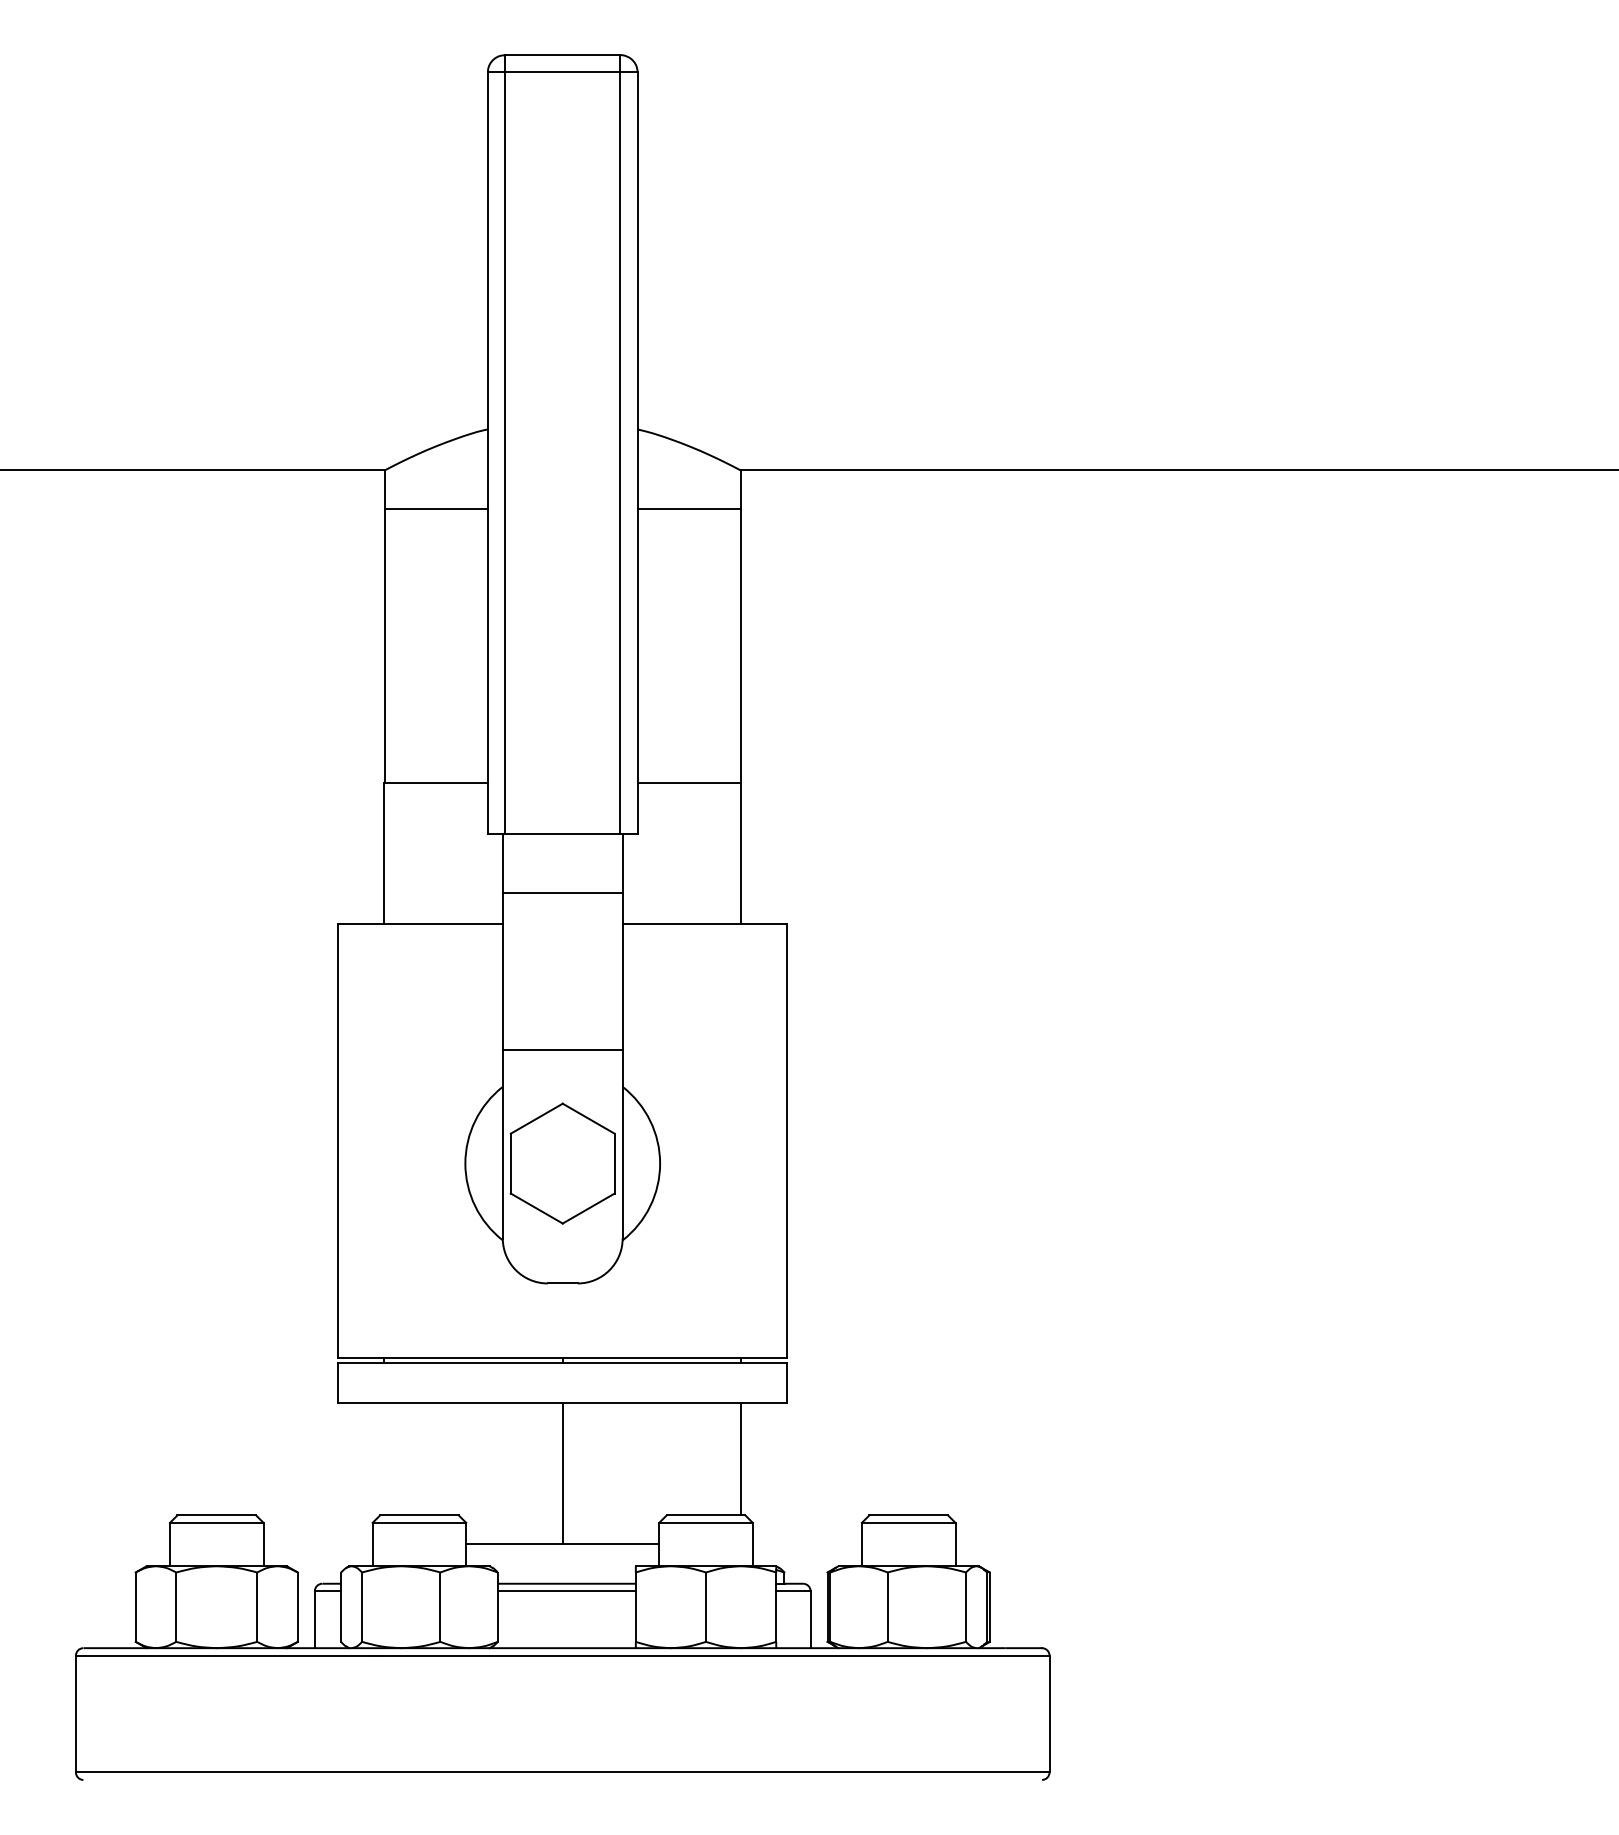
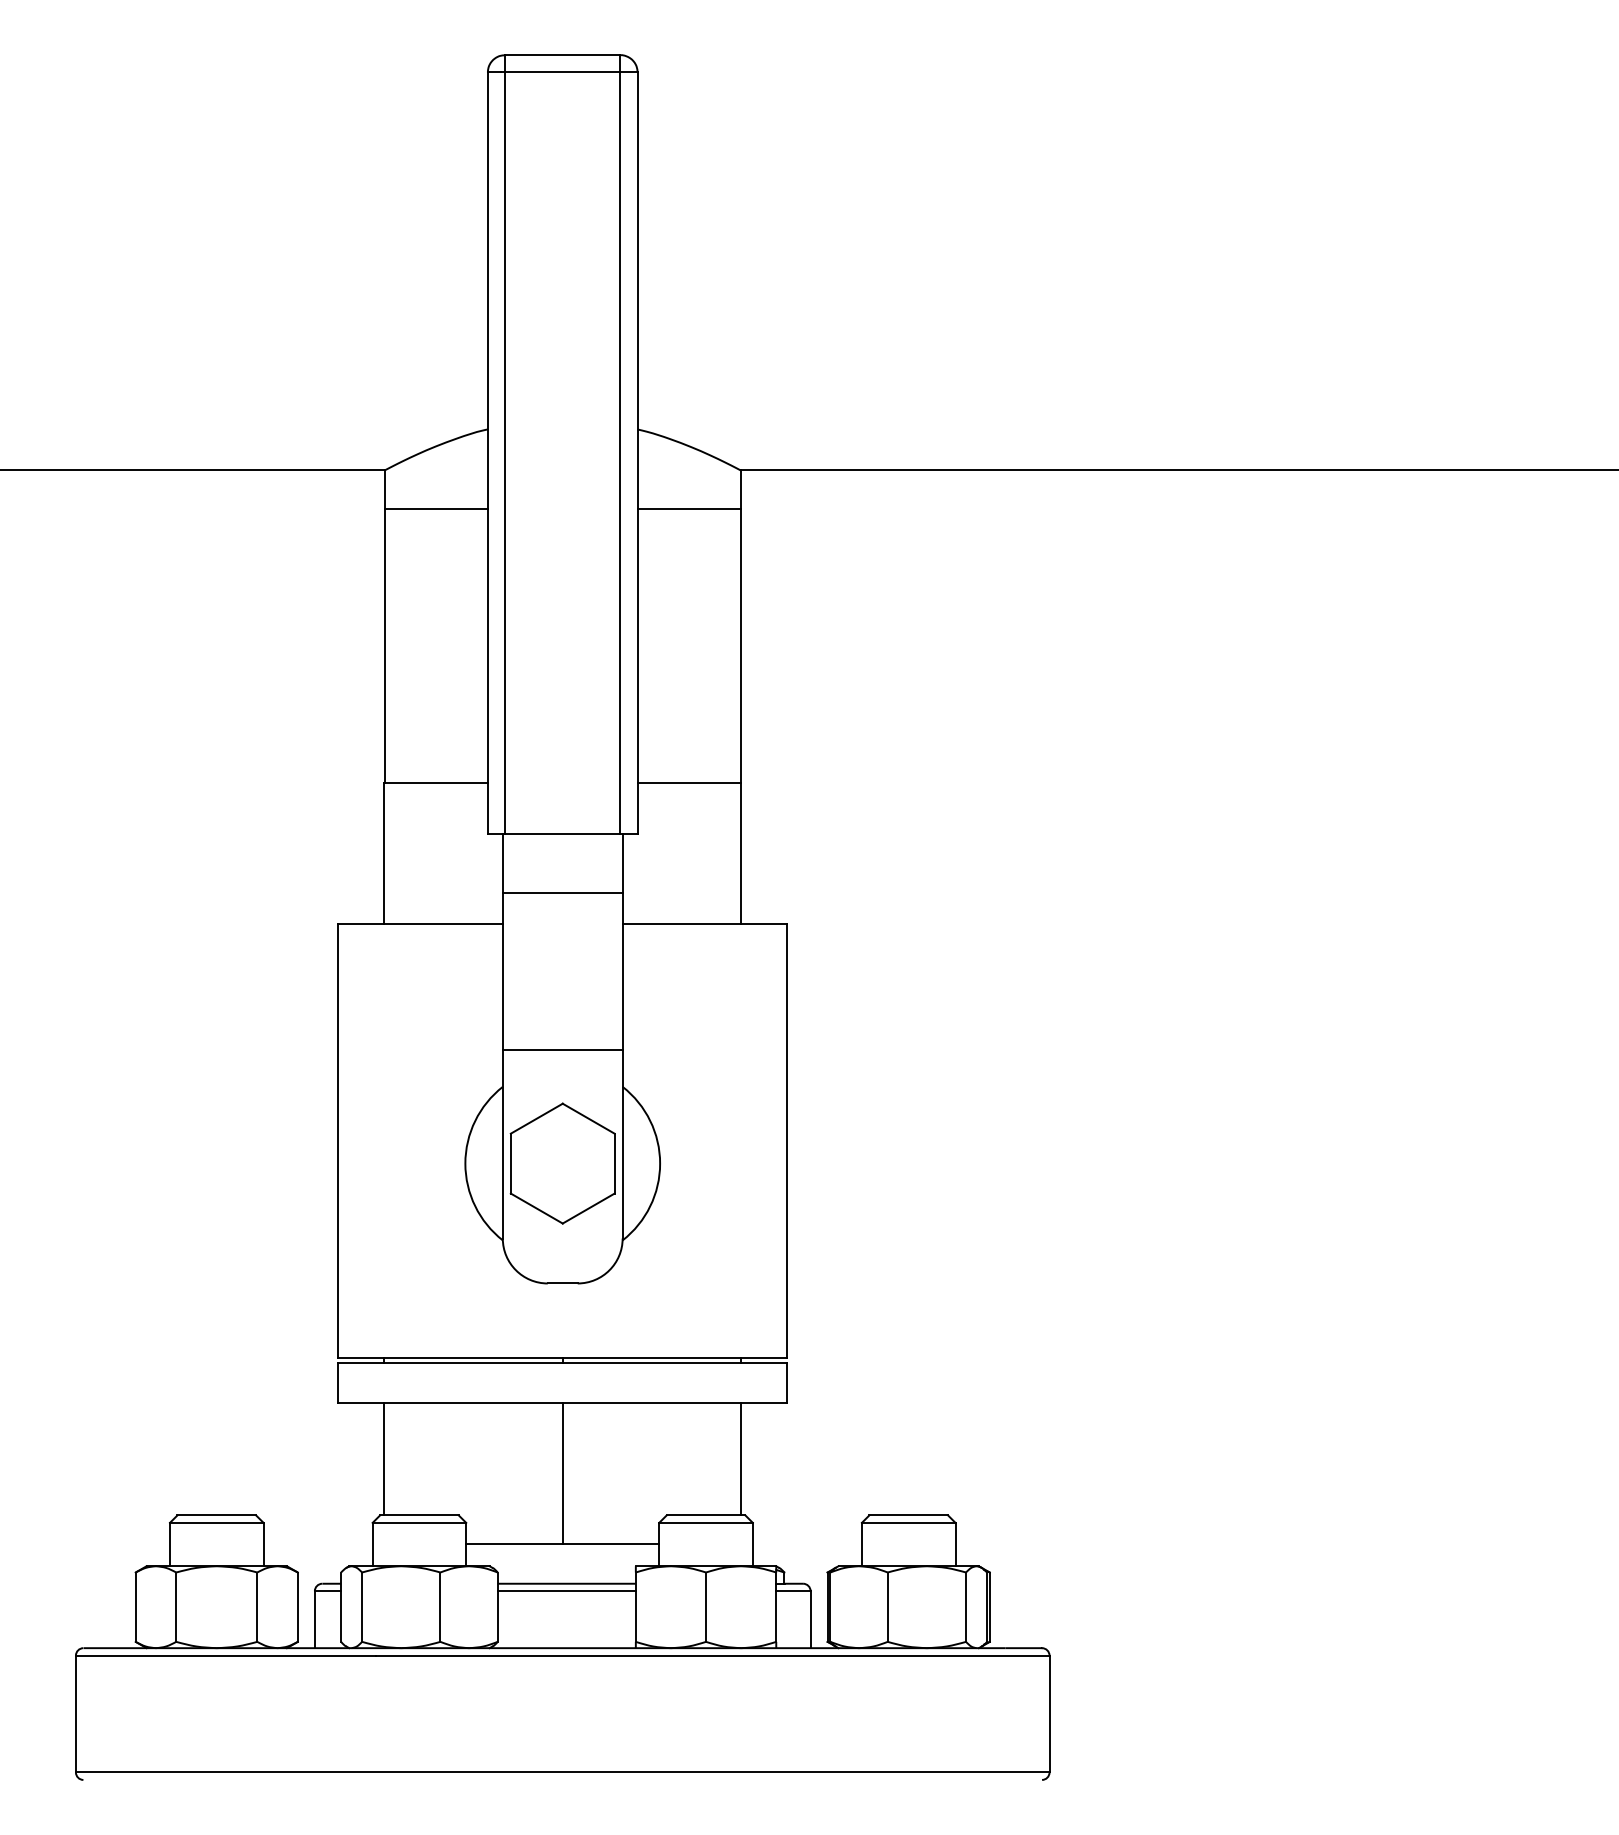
line at (384, 1459): none -> present
